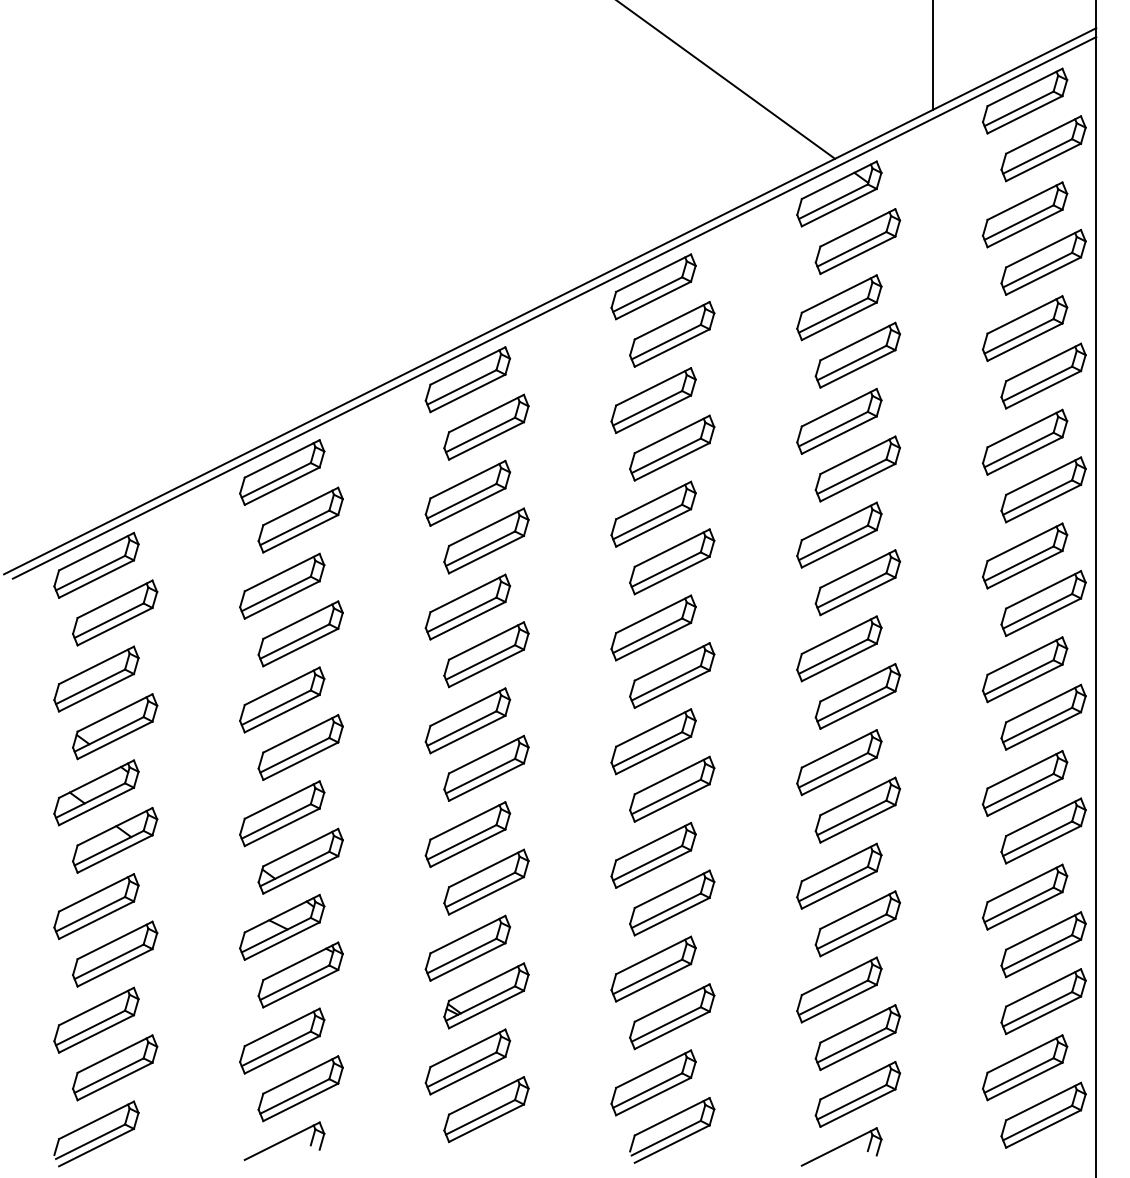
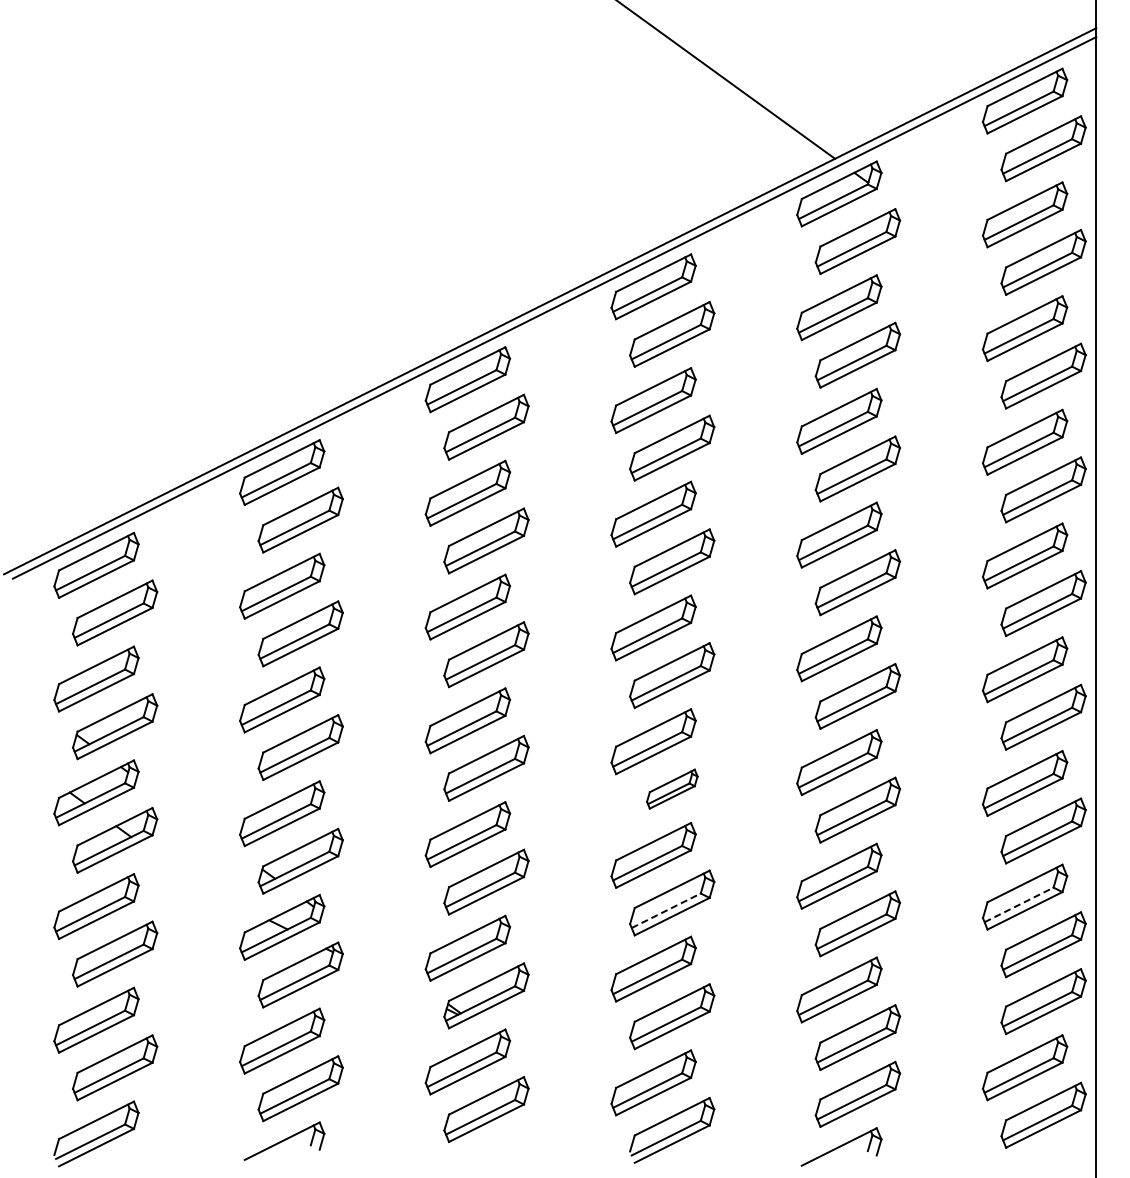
line at (932, 56): present -> none
part at (672, 788) size: 87x68 px -> 53x42 px
line at (1019, 904): solid -> dashed
line at (666, 910): solid -> dashed
